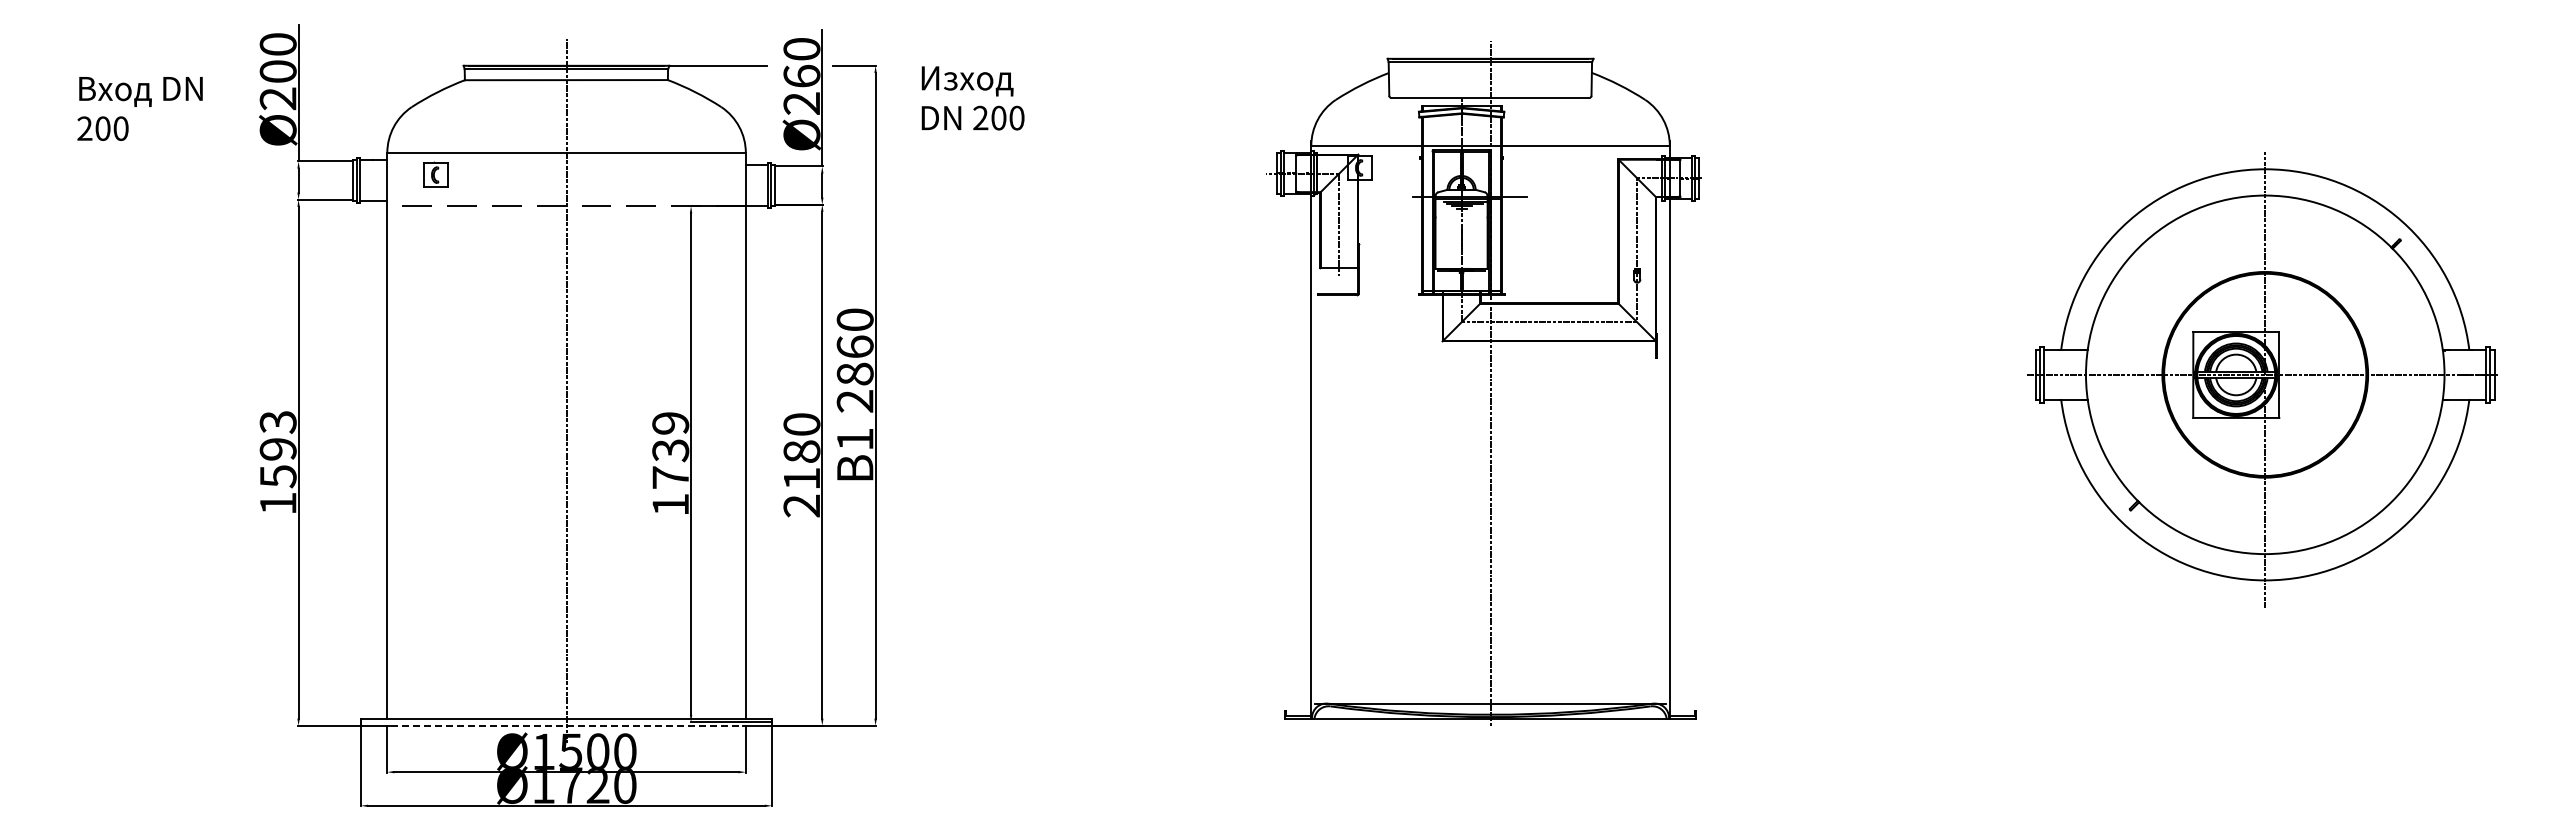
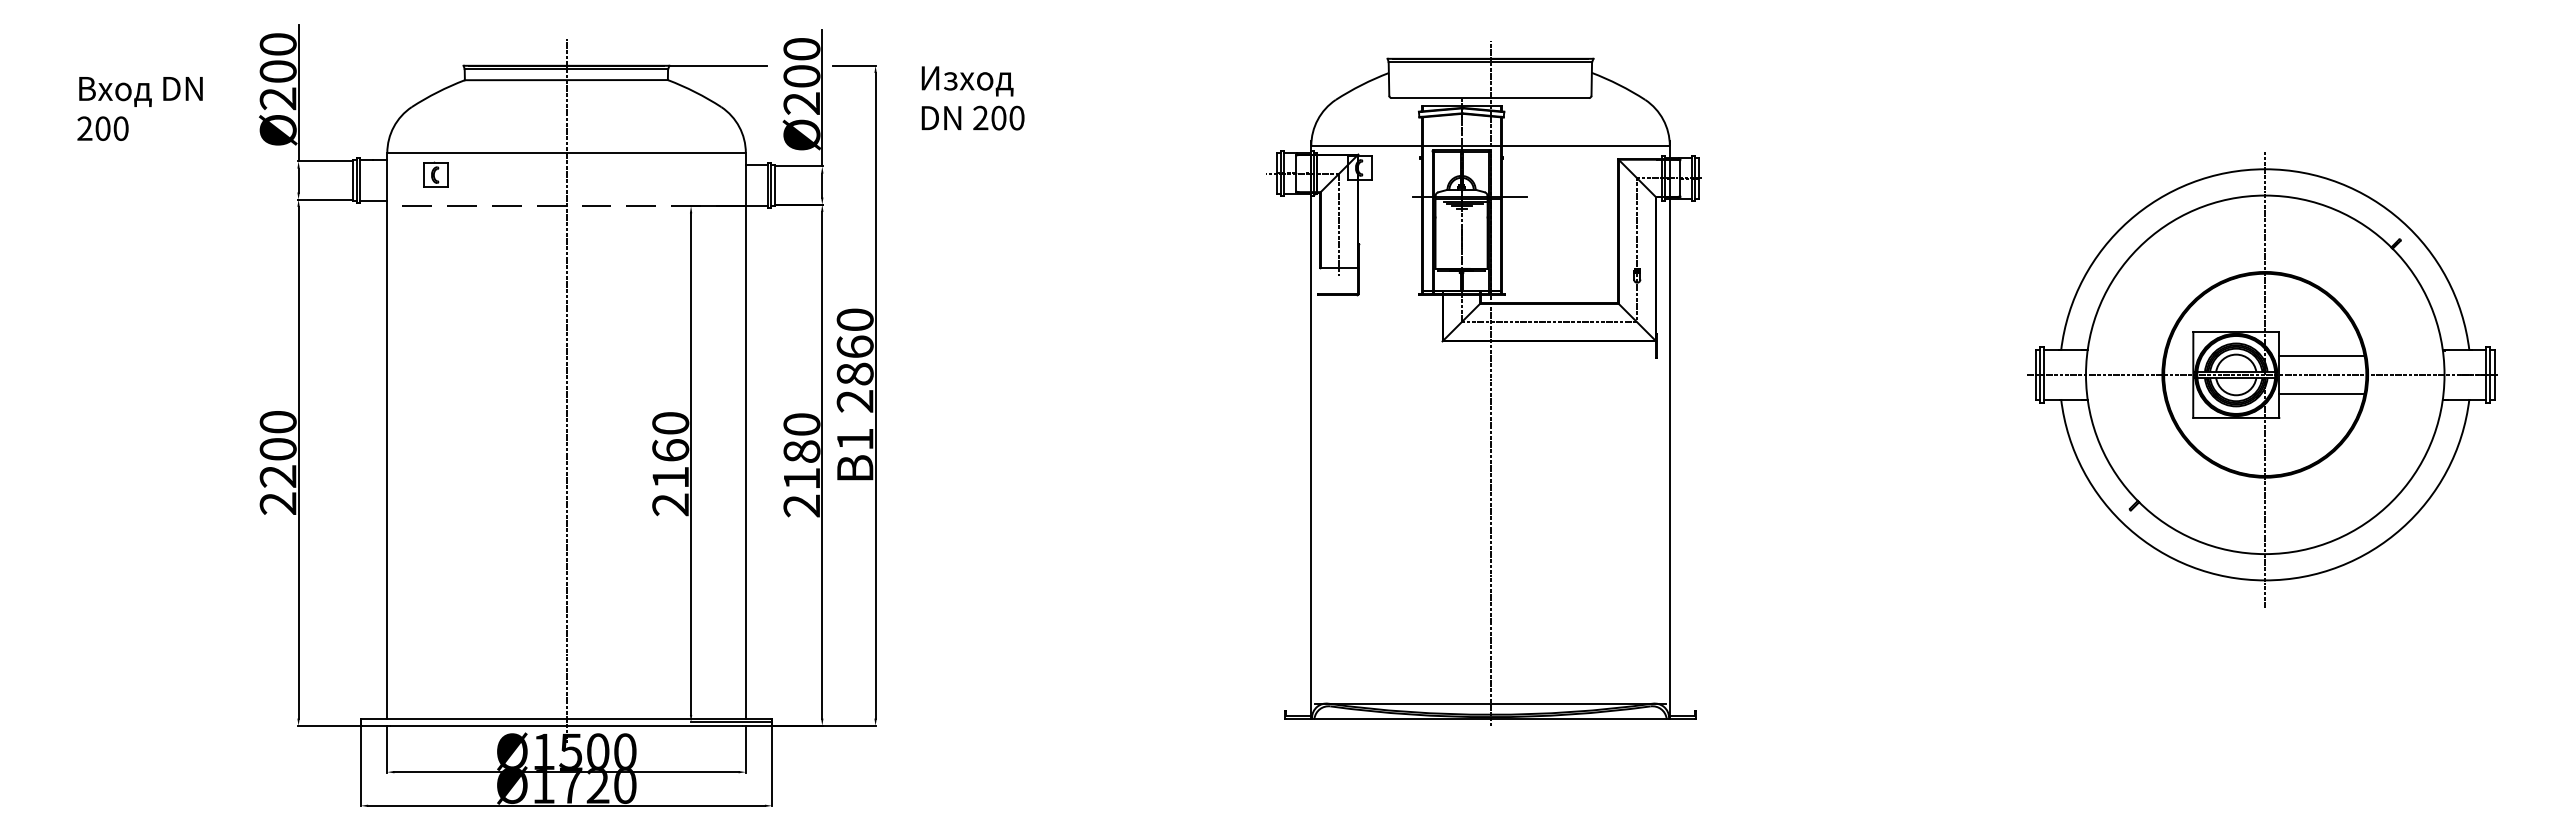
text at (801, 75): Ø260 -> Ø200
line at (2321, 355): none -> present
line at (2321, 394): none -> present
text at (277, 462): 1593 -> 2200
text at (670, 464): 1739 -> 2160
line at (566, 725): dashed -> solid
